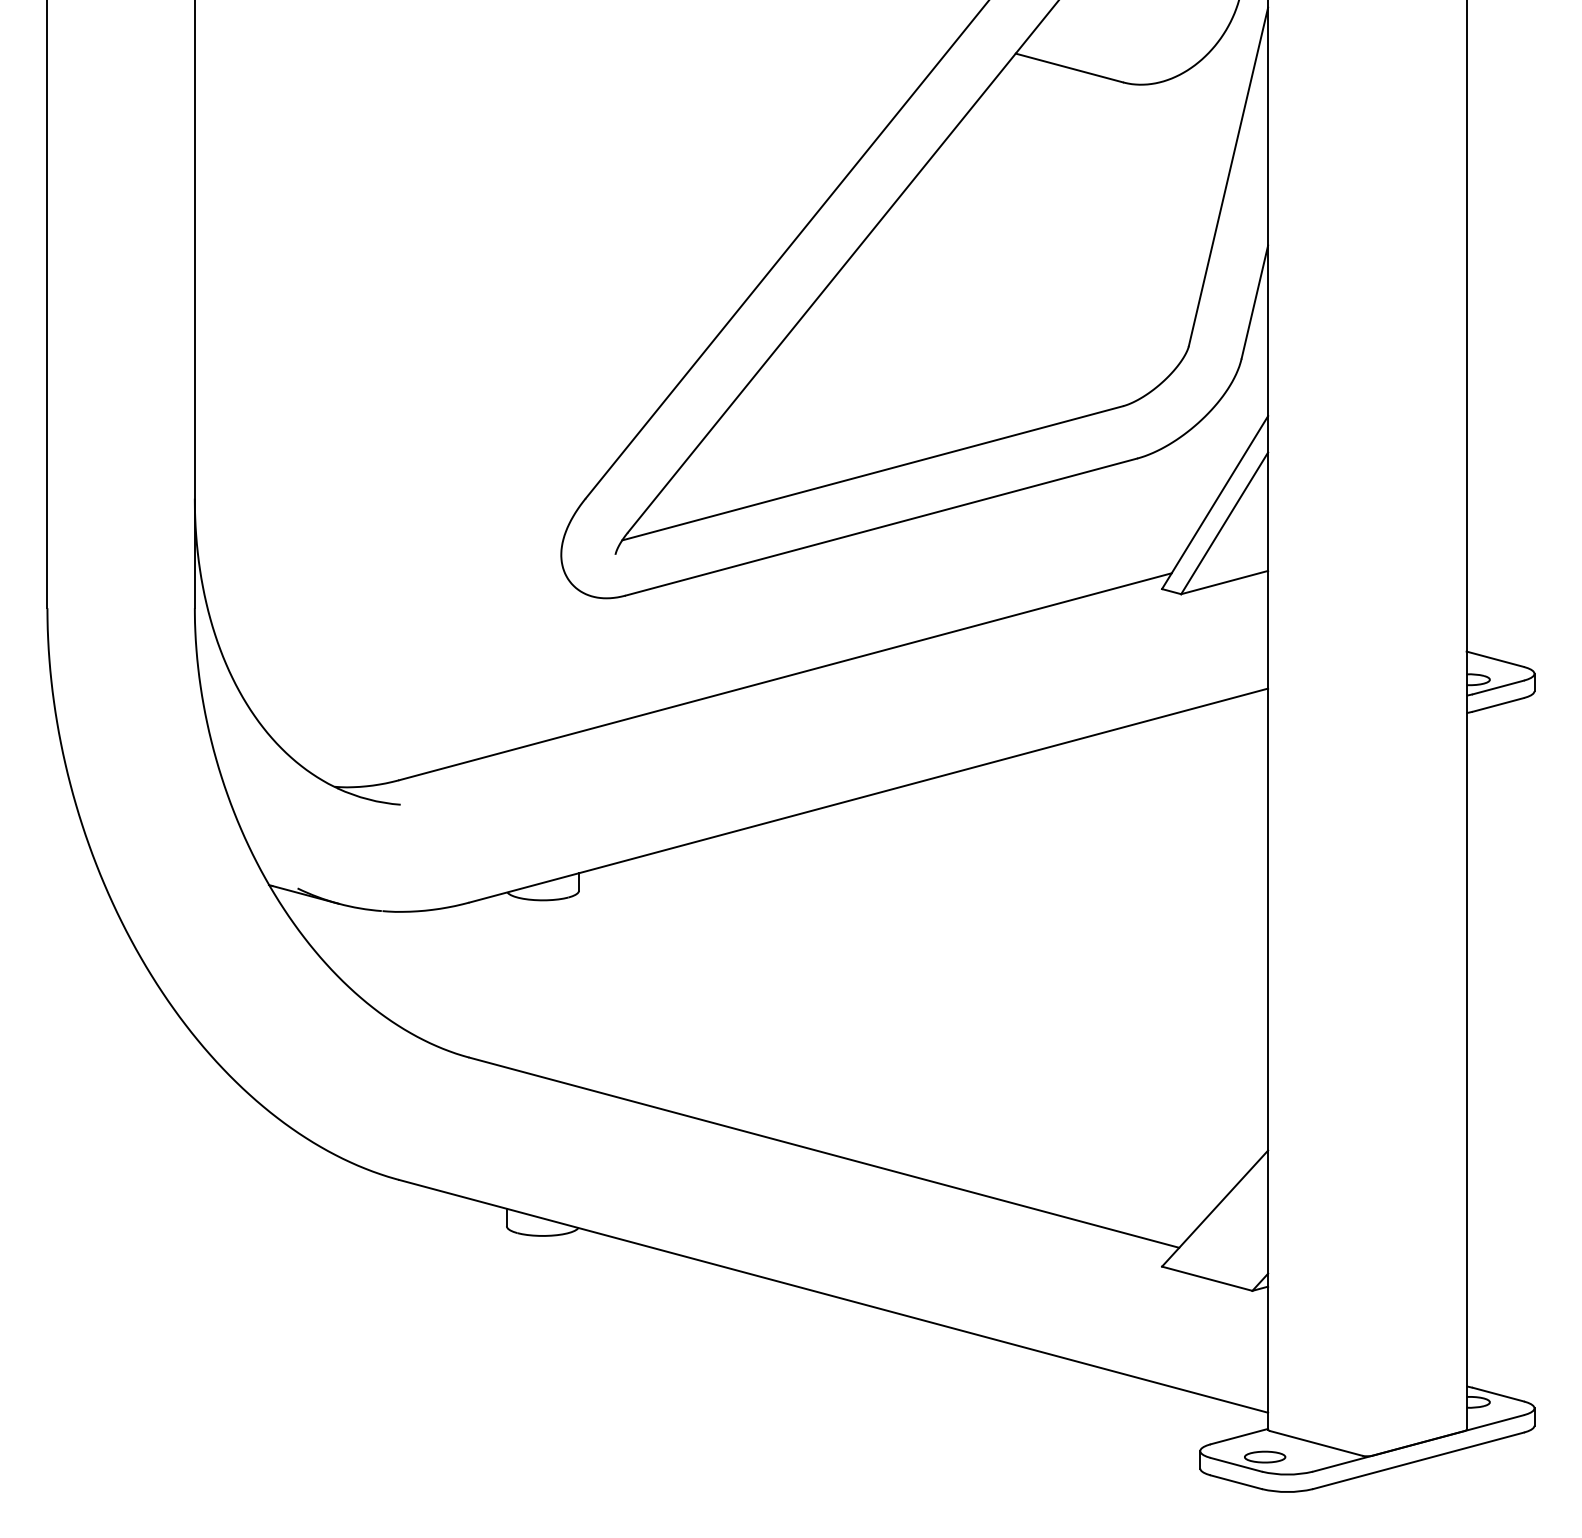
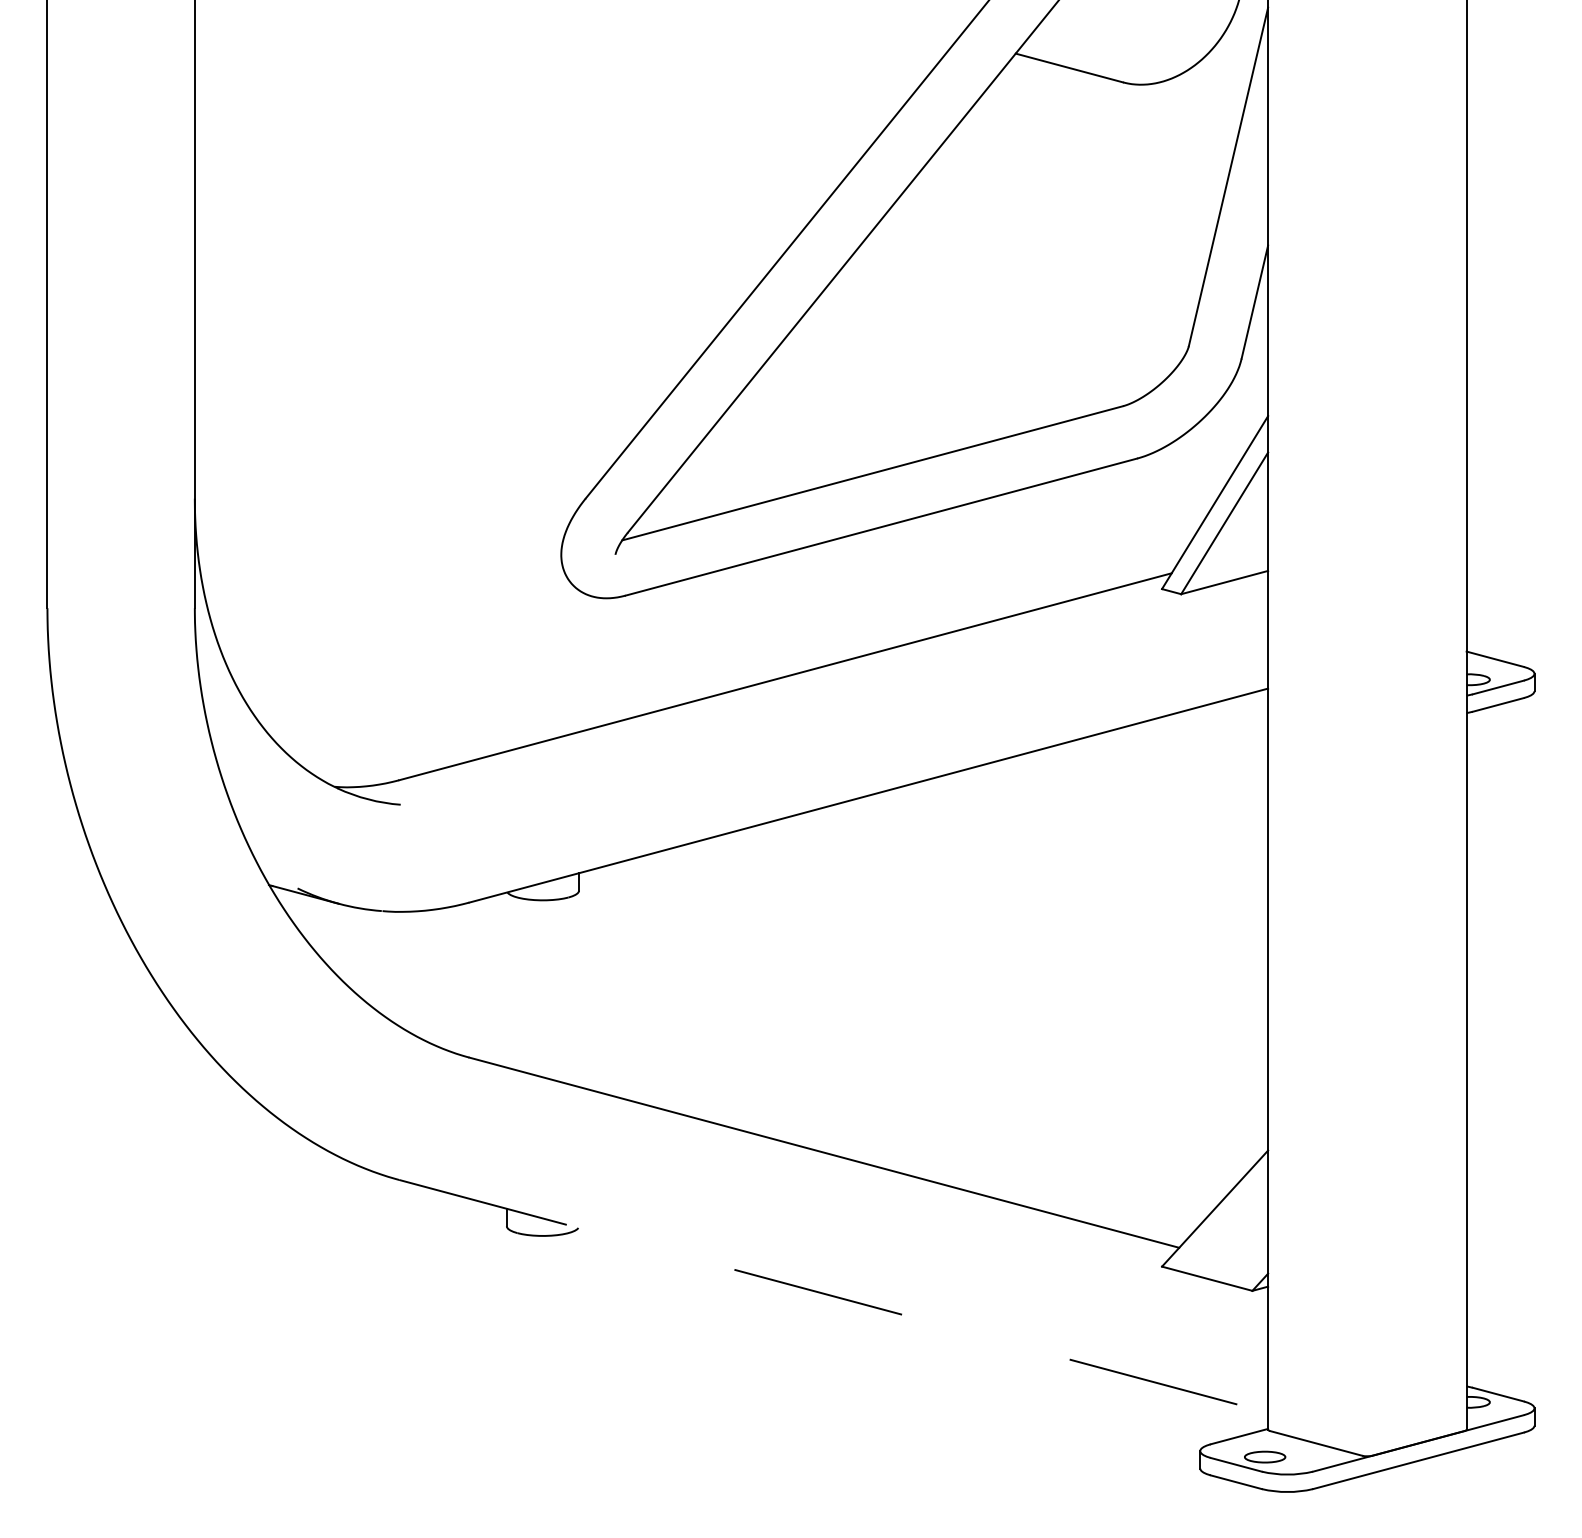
line at (833, 1296): solid -> dashed
